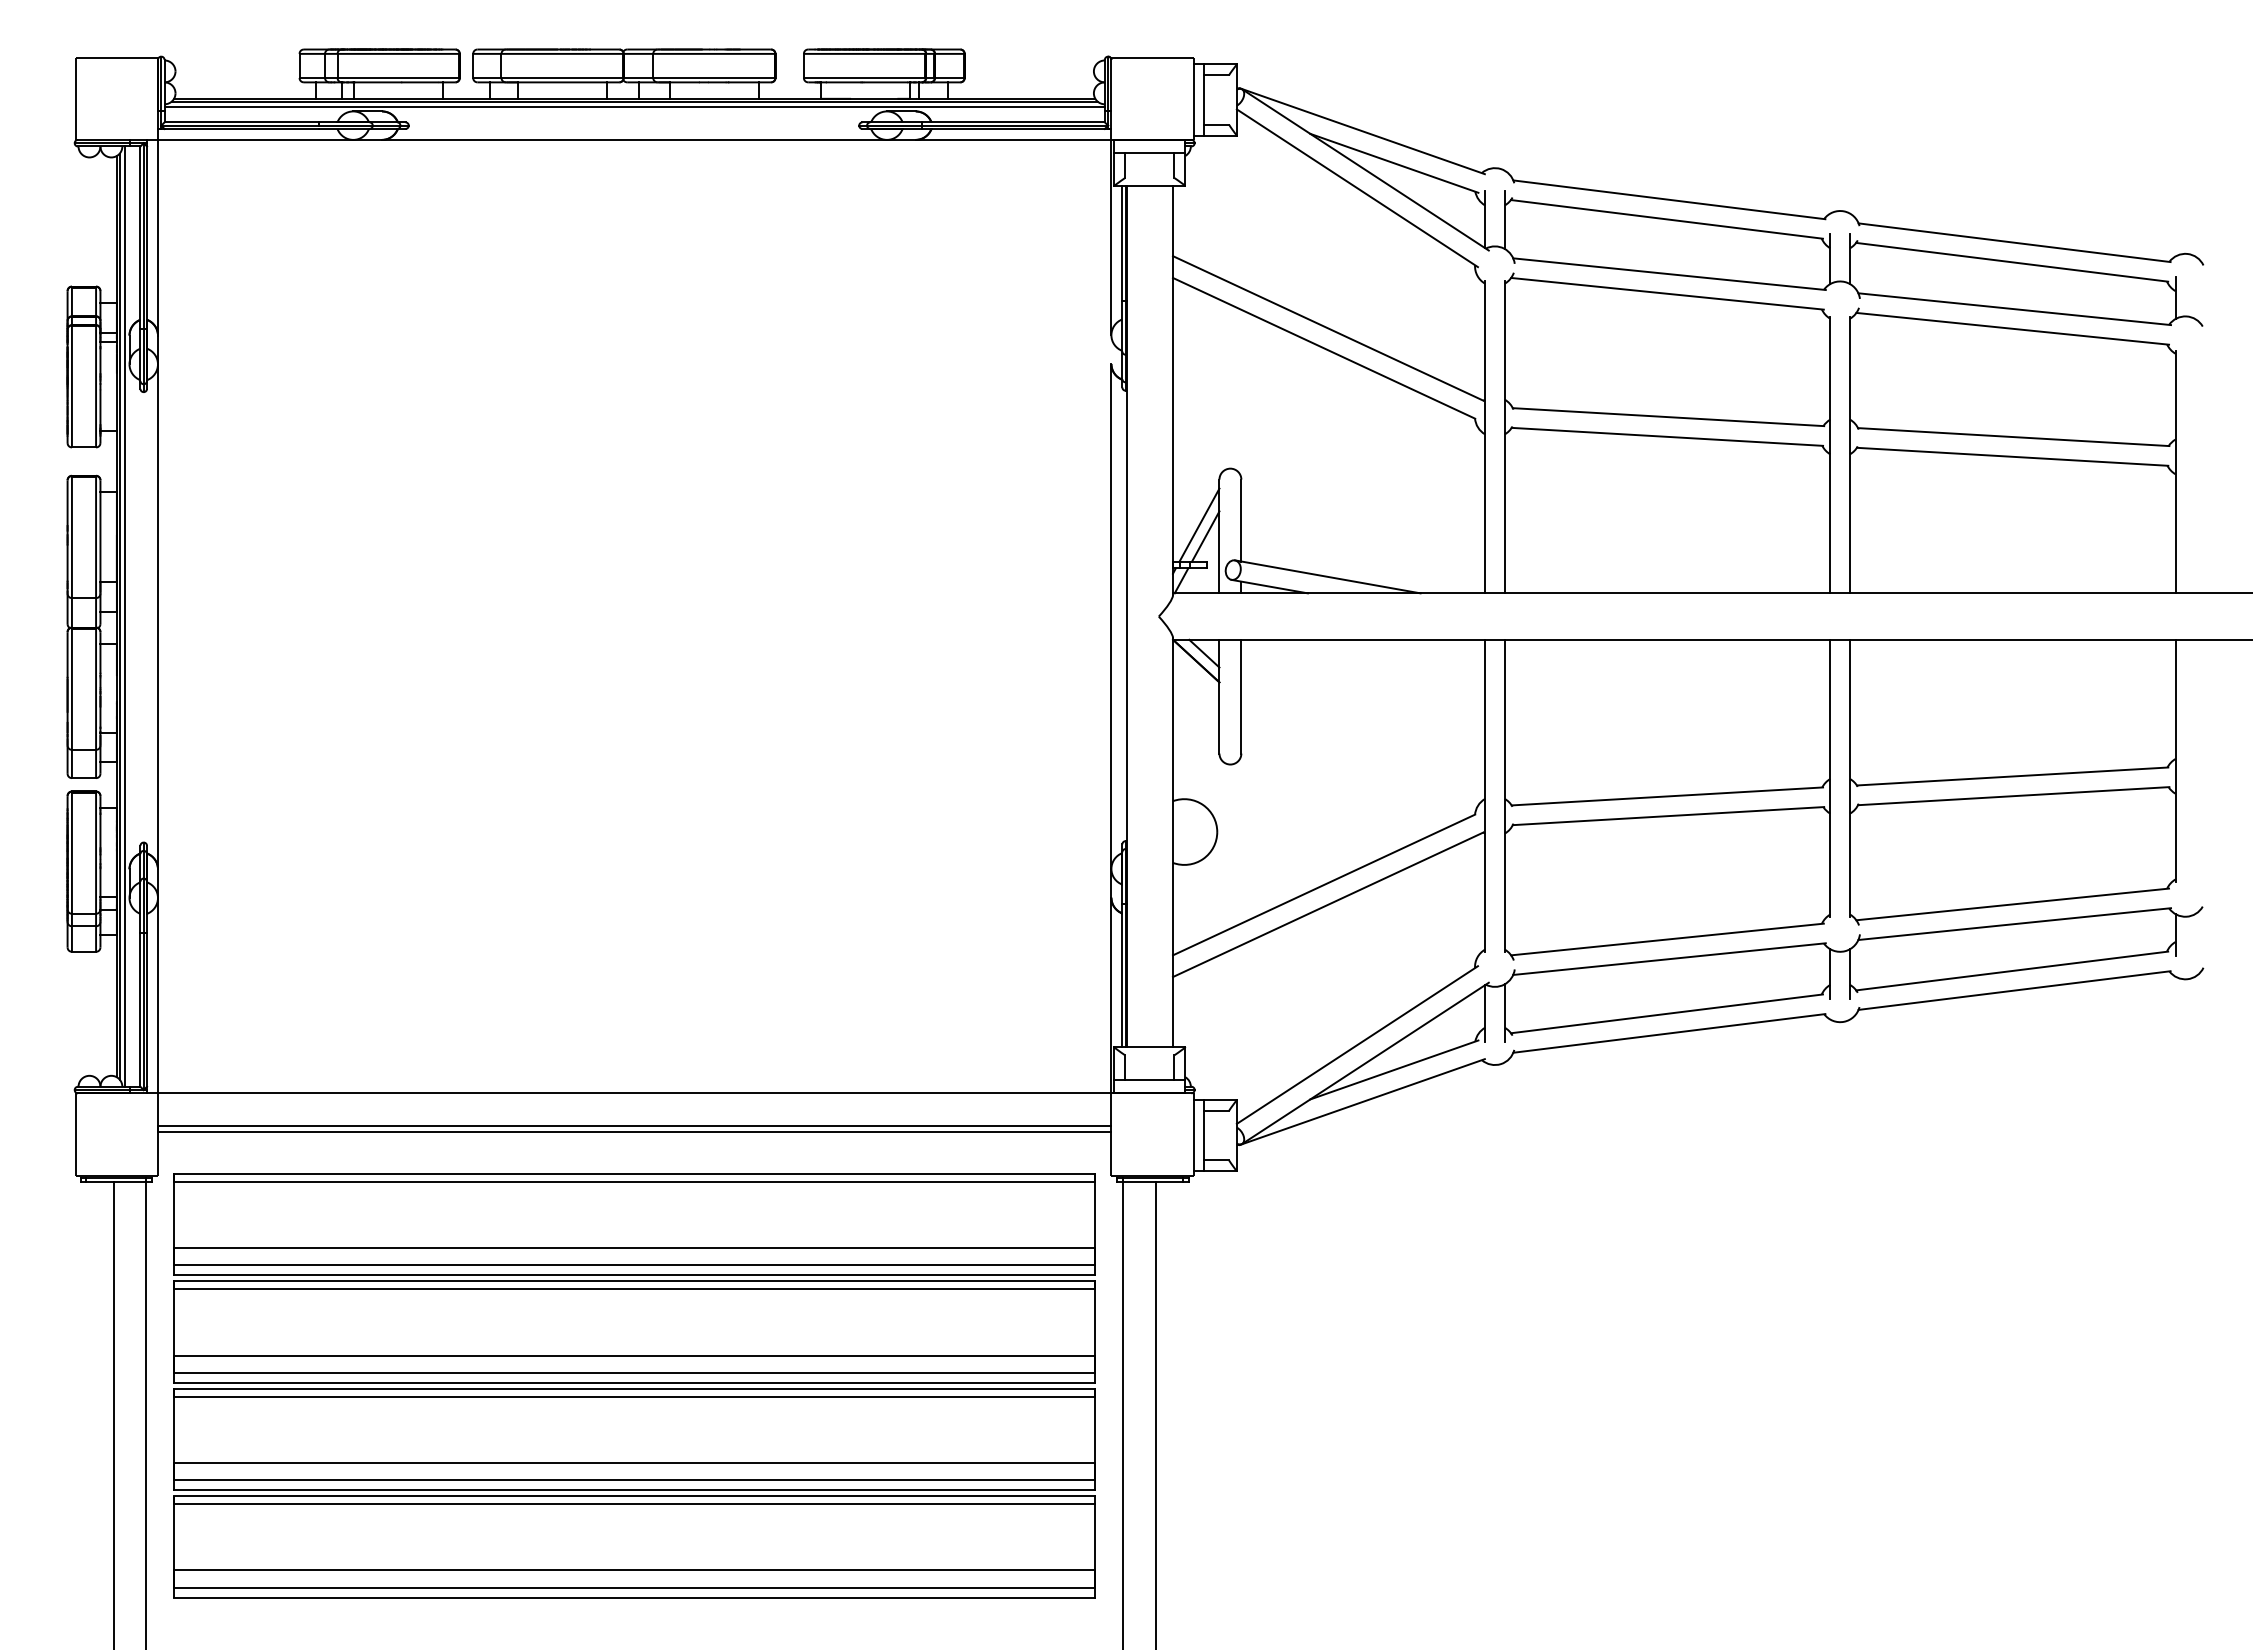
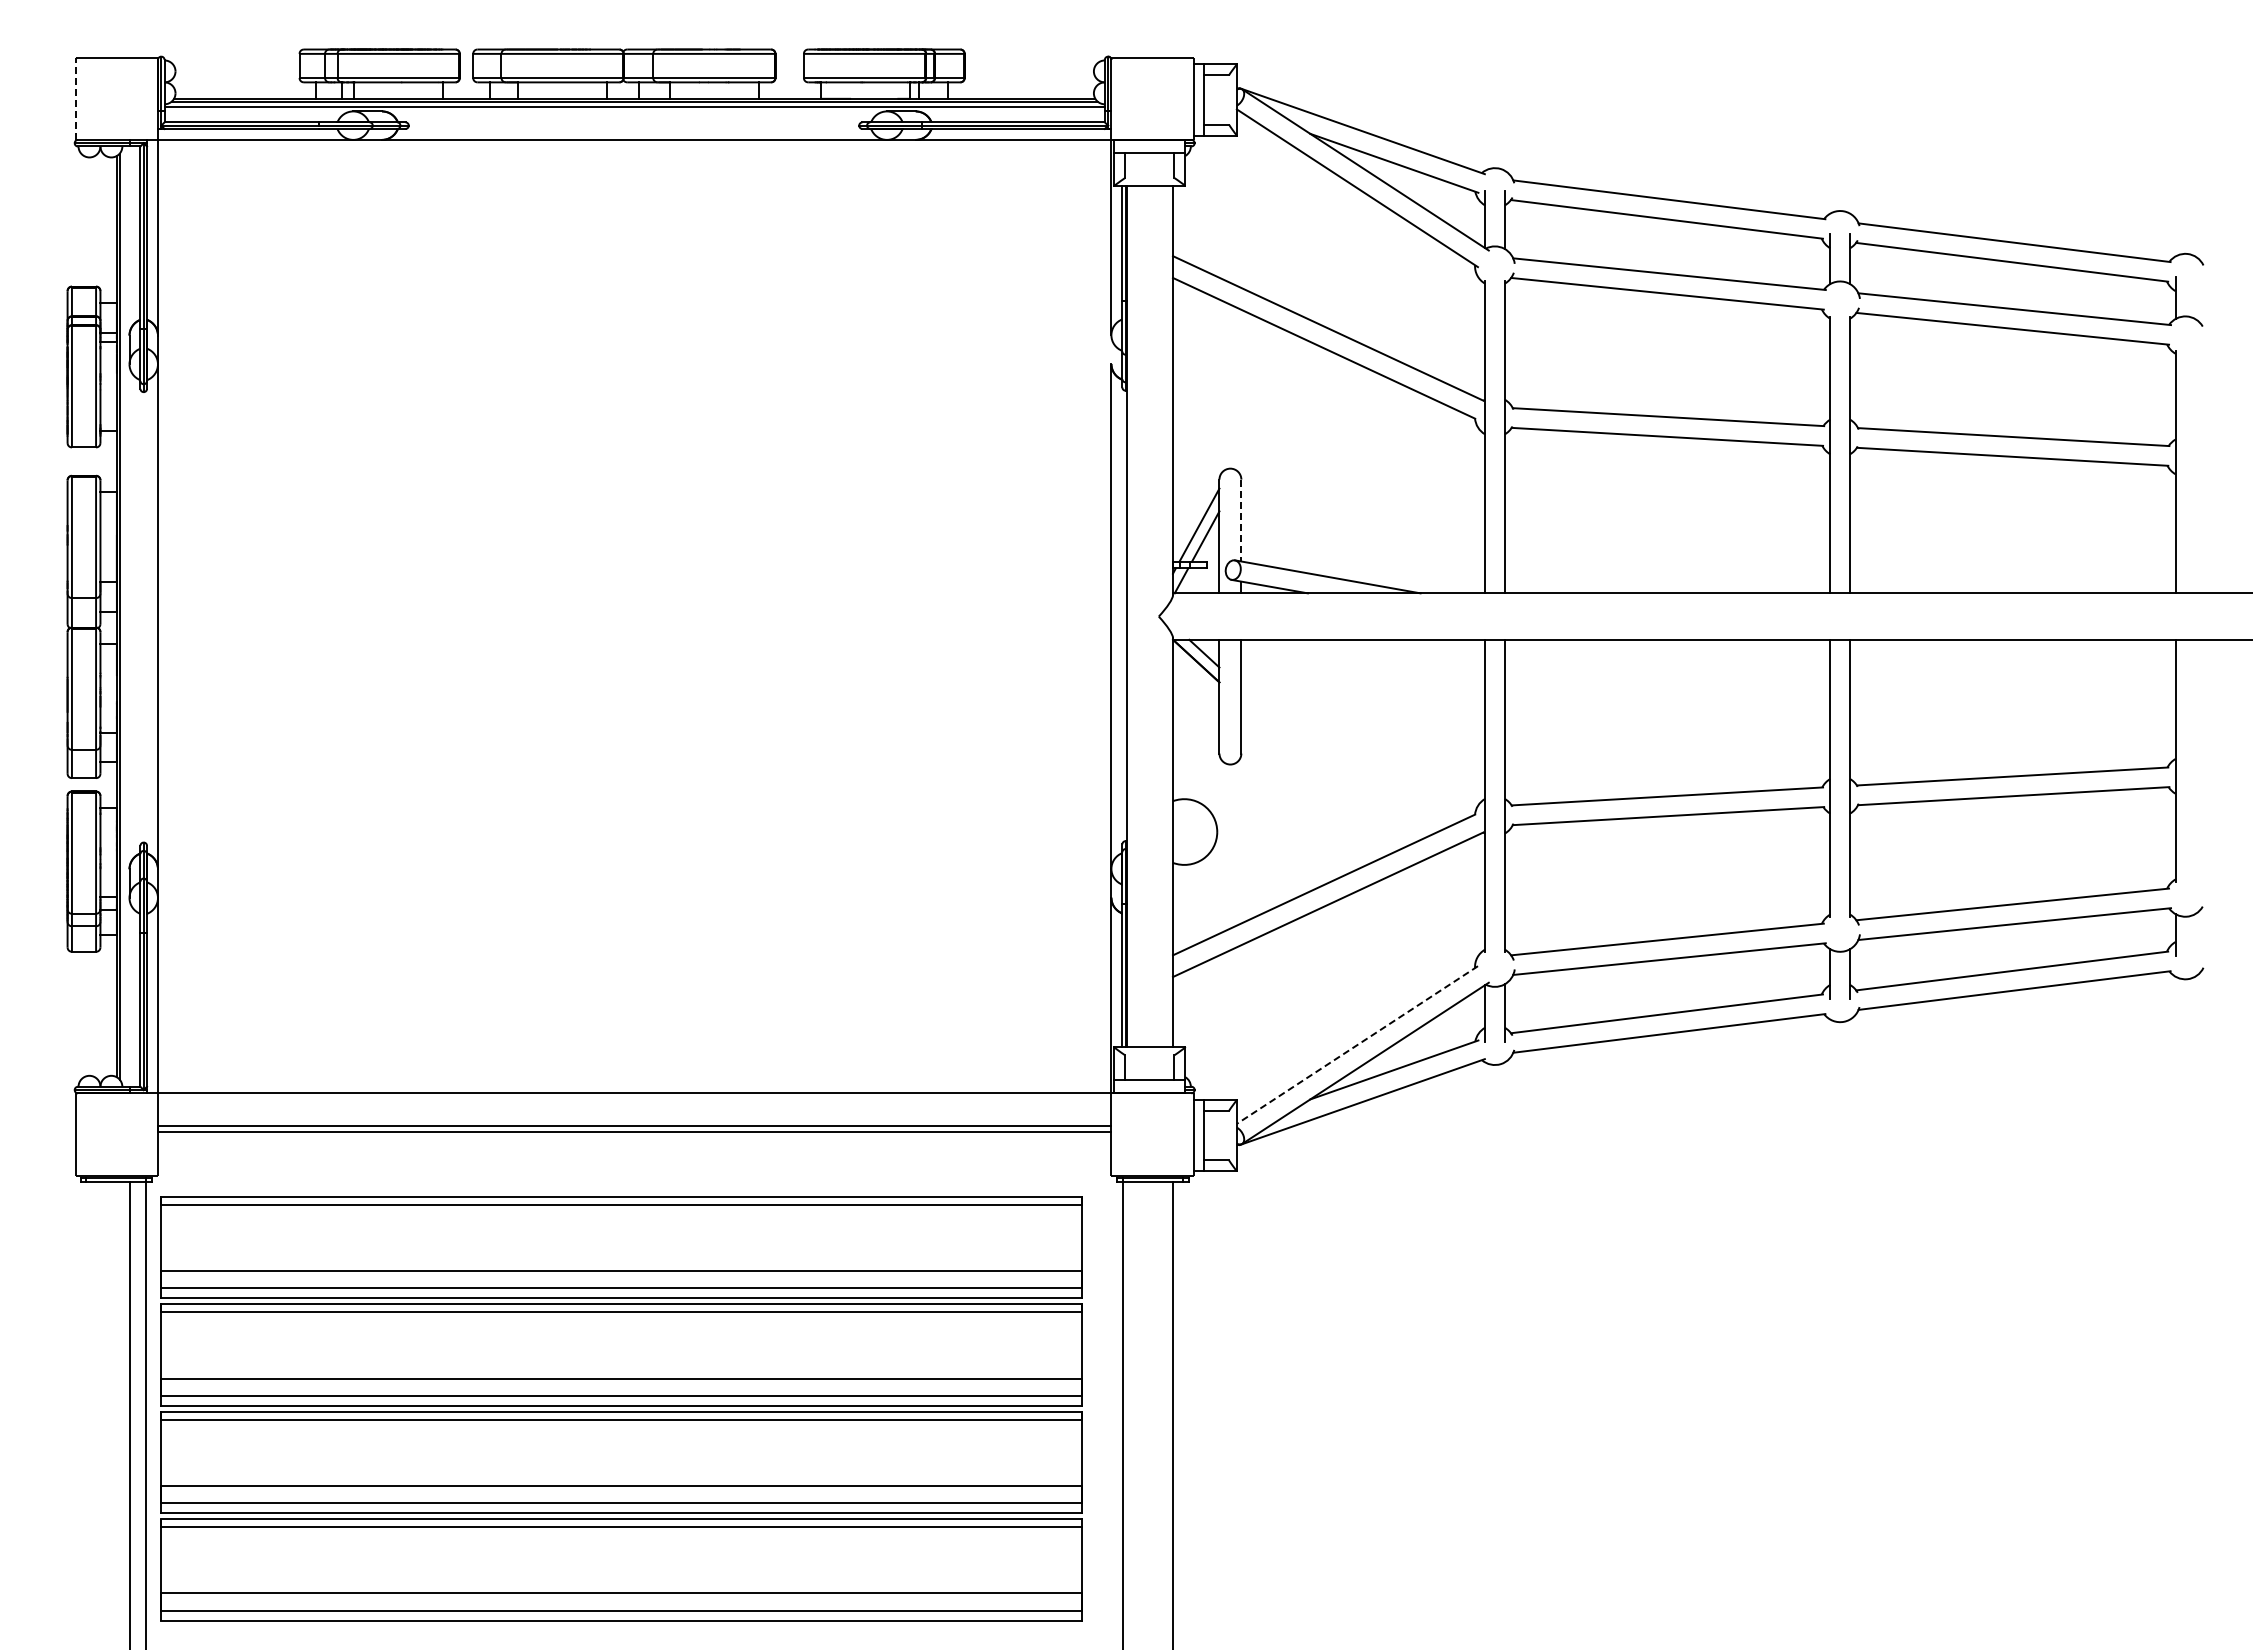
line at (75, 98): solid -> dashed
line at (1241, 520): solid -> dashed
line at (125, 616): present -> none
line at (1357, 1045): solid -> dashed
part at (634, 1385) position: (634, 1385) -> (621, 1408)
line at (113, 1413) position: (113, 1413) -> (129, 1413)
line at (1155, 1413) position: (1155, 1413) -> (1172, 1413)
